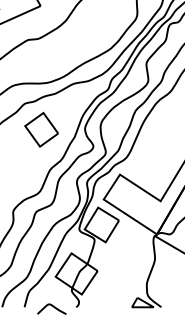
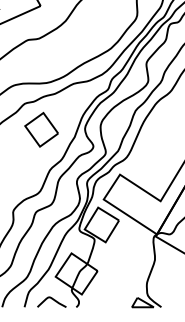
curve at (51, 306) position: (51, 306) -> (51, 299)
